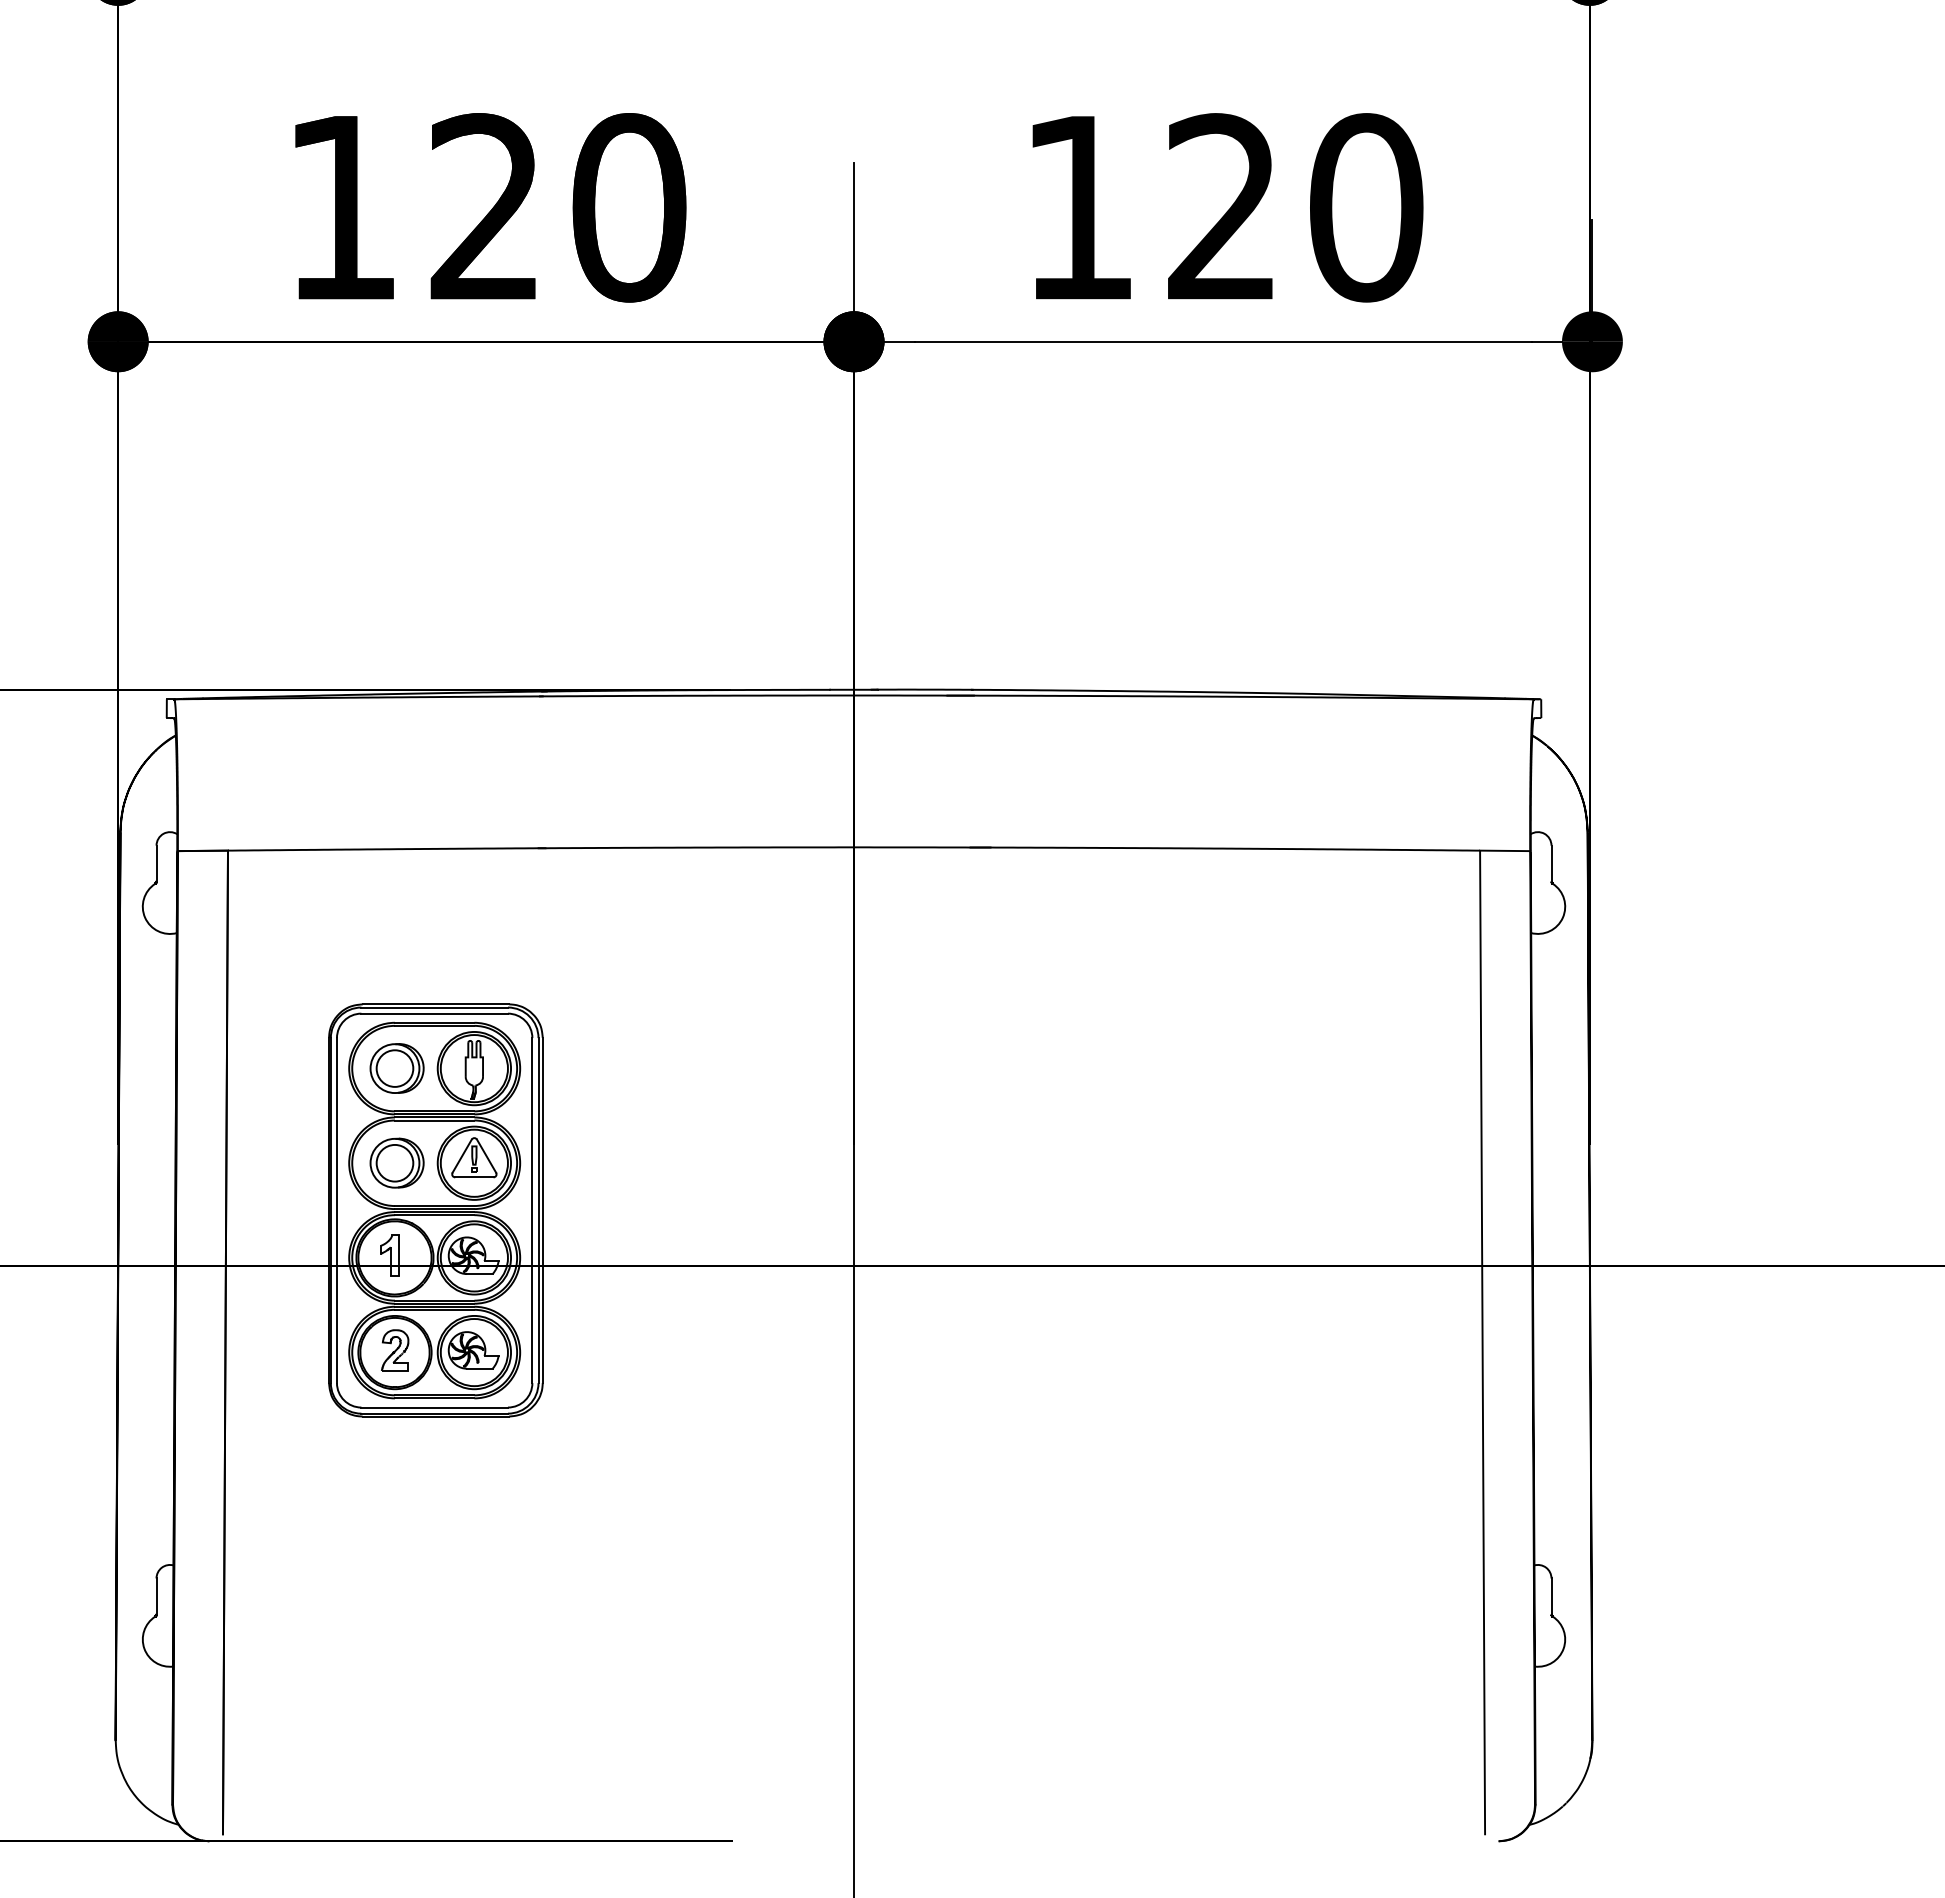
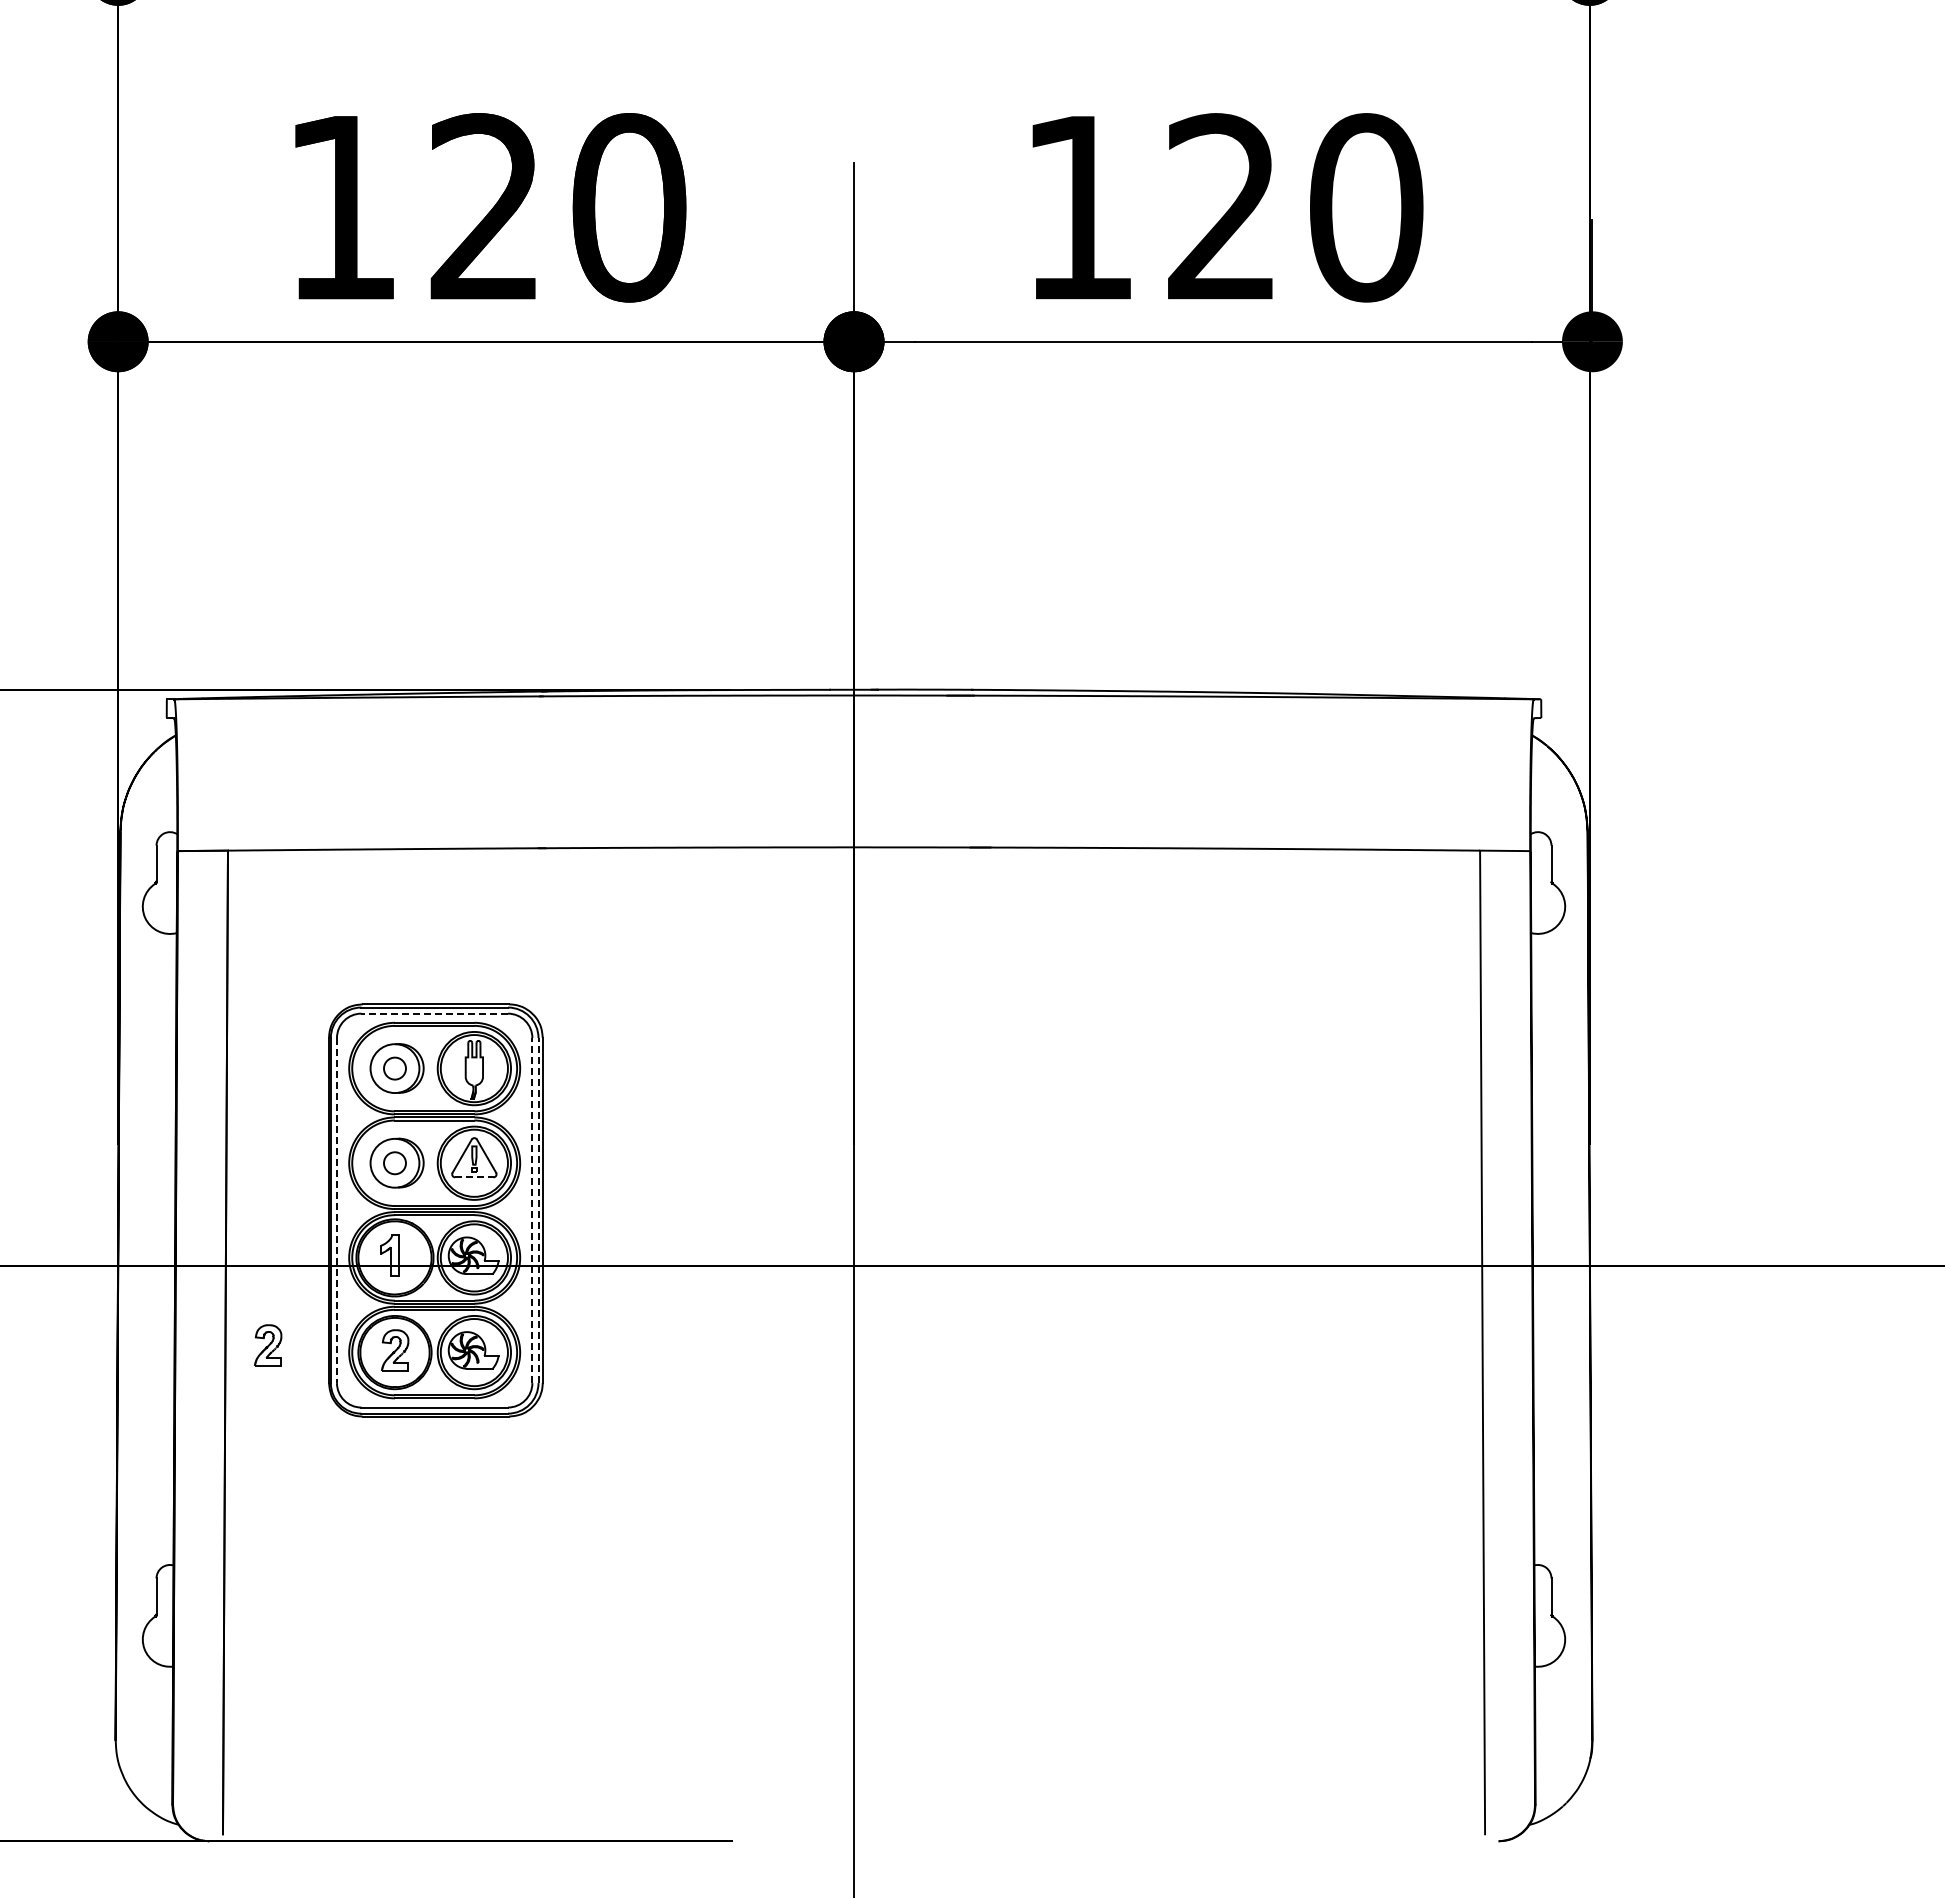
line at (434, 1013): solid -> dashed
circle at (394, 1068) diameter: 37 px -> 22 px
circle at (394, 1162) diameter: 37 px -> 22 px
line at (474, 1177): solid -> dashed
line at (336, 1210): solid -> dashed
line at (532, 1210): solid -> dashed
line at (538, 1210): solid -> dashed
part at (268, 1345): none -> present
